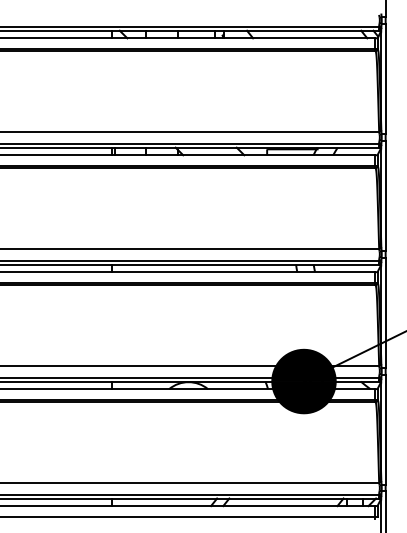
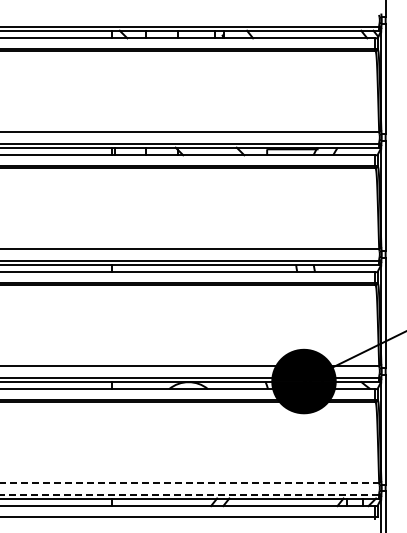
line at (190, 482): solid -> dashed
line at (189, 494): solid -> dashed
